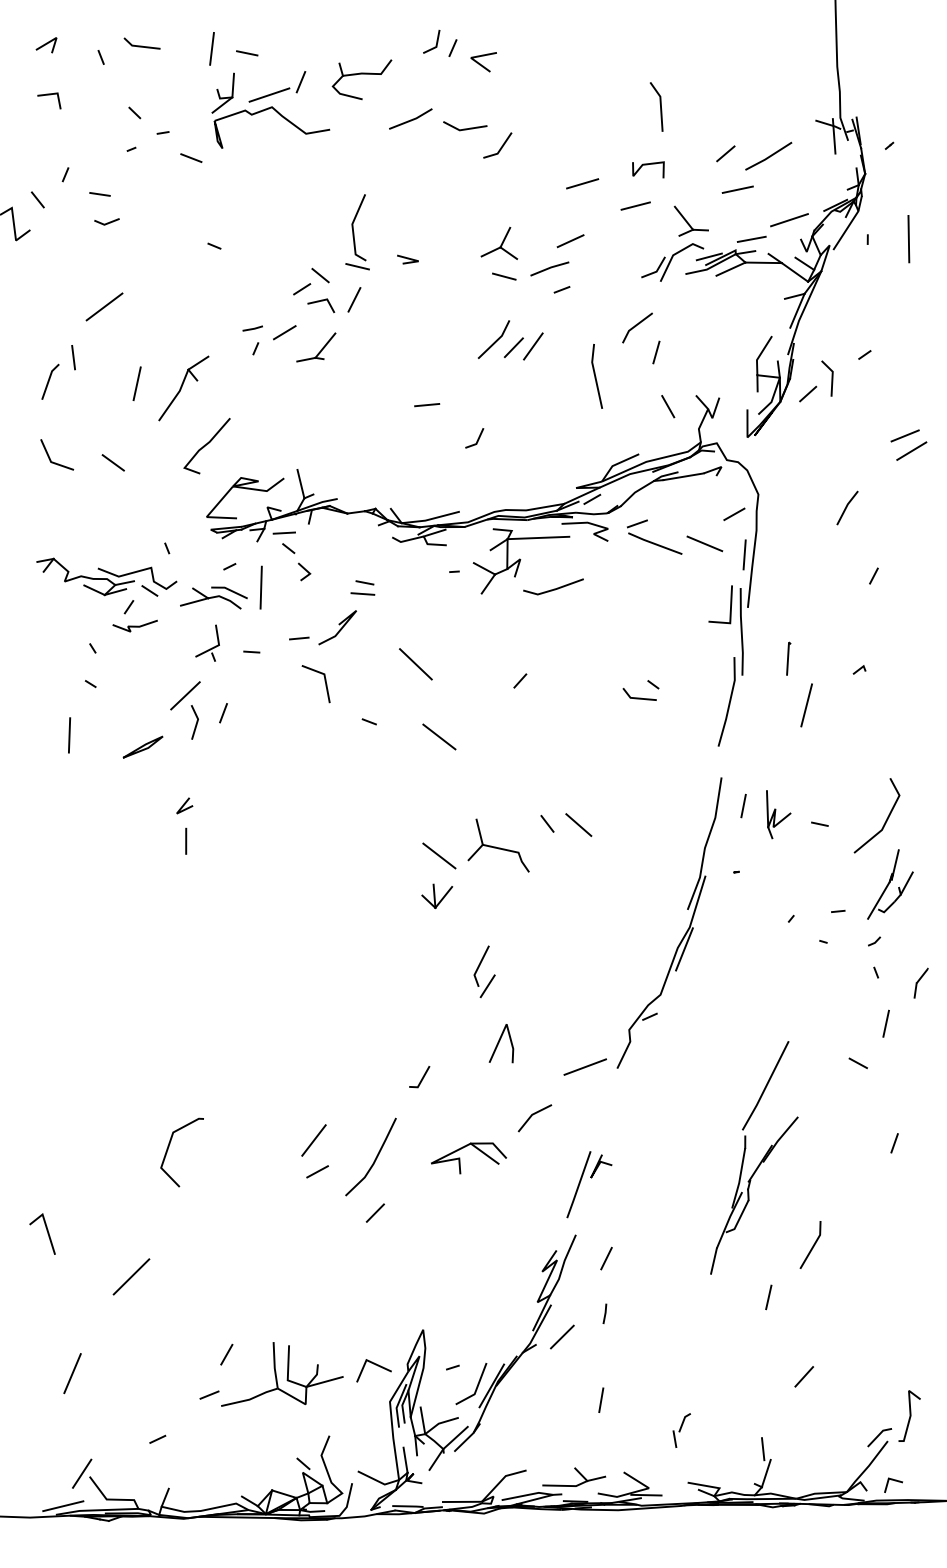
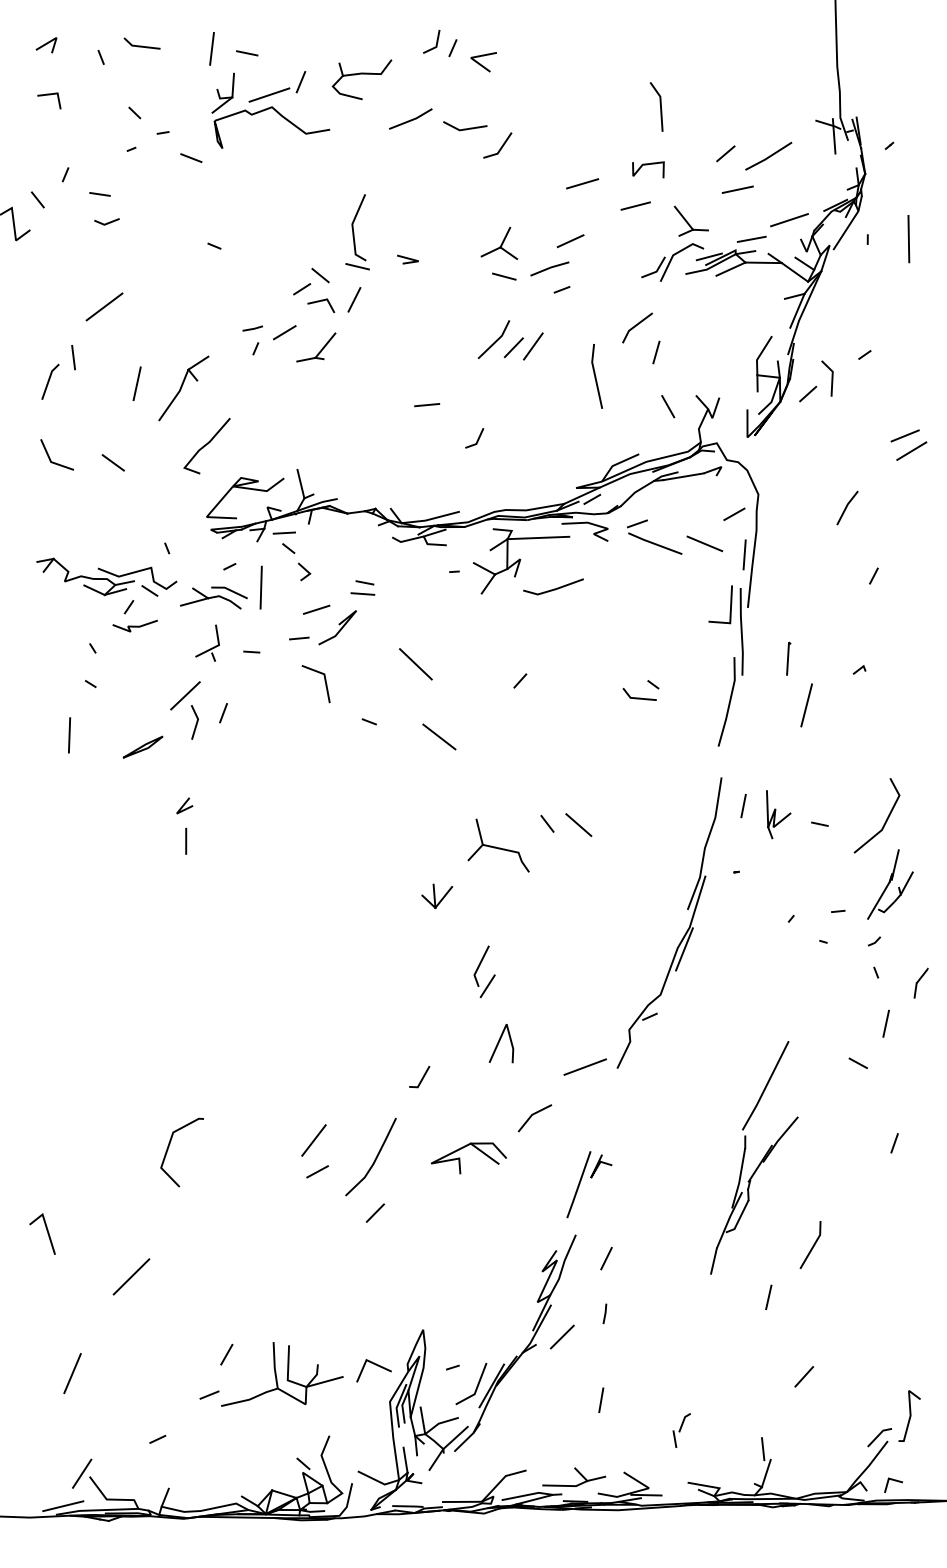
line at (316, 609): none -> present
line at (439, 855): present -> none
